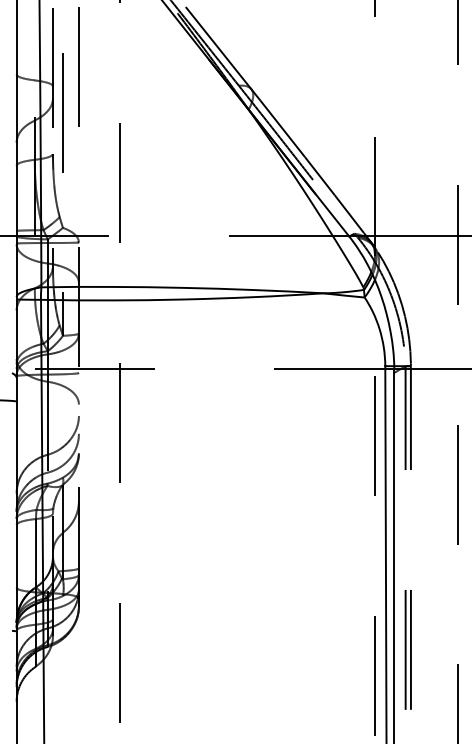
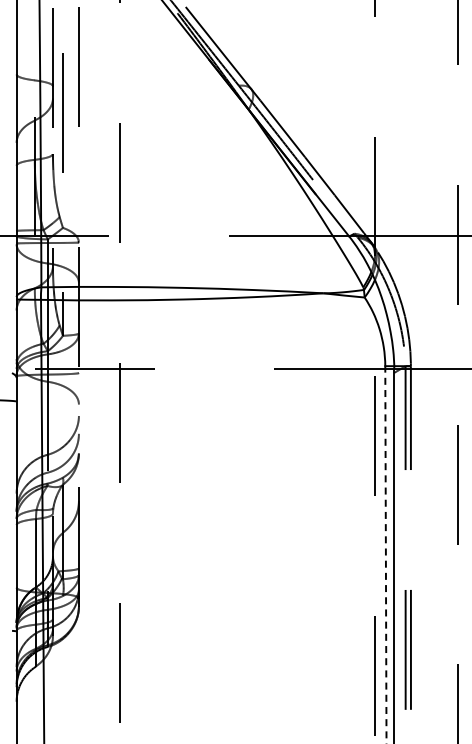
line at (385, 554): solid -> dashed
